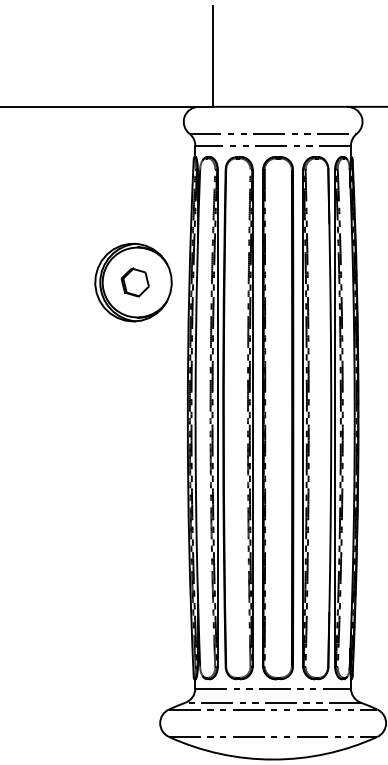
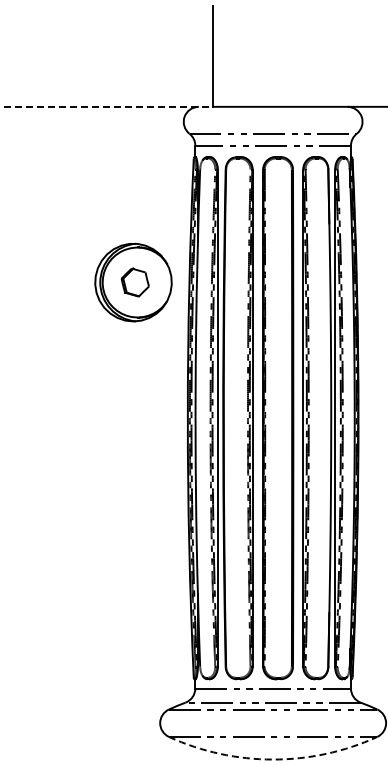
line at (106, 106): solid -> dashed
arc at (273, 759): solid -> dashed
